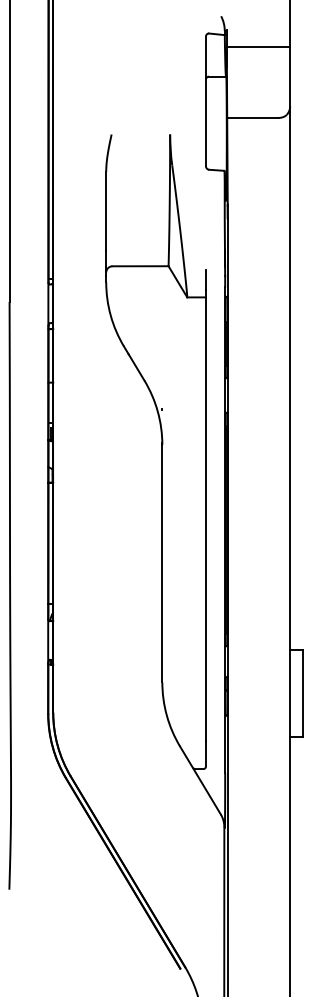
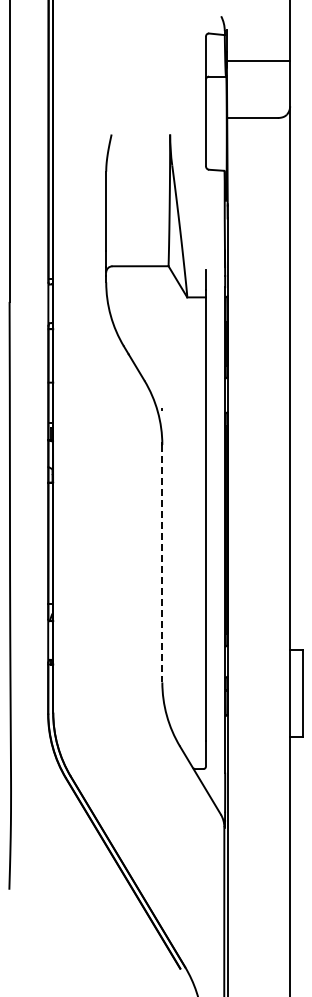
line at (258, 47) position: (258, 47) -> (258, 61)
line at (162, 563): solid -> dashed
